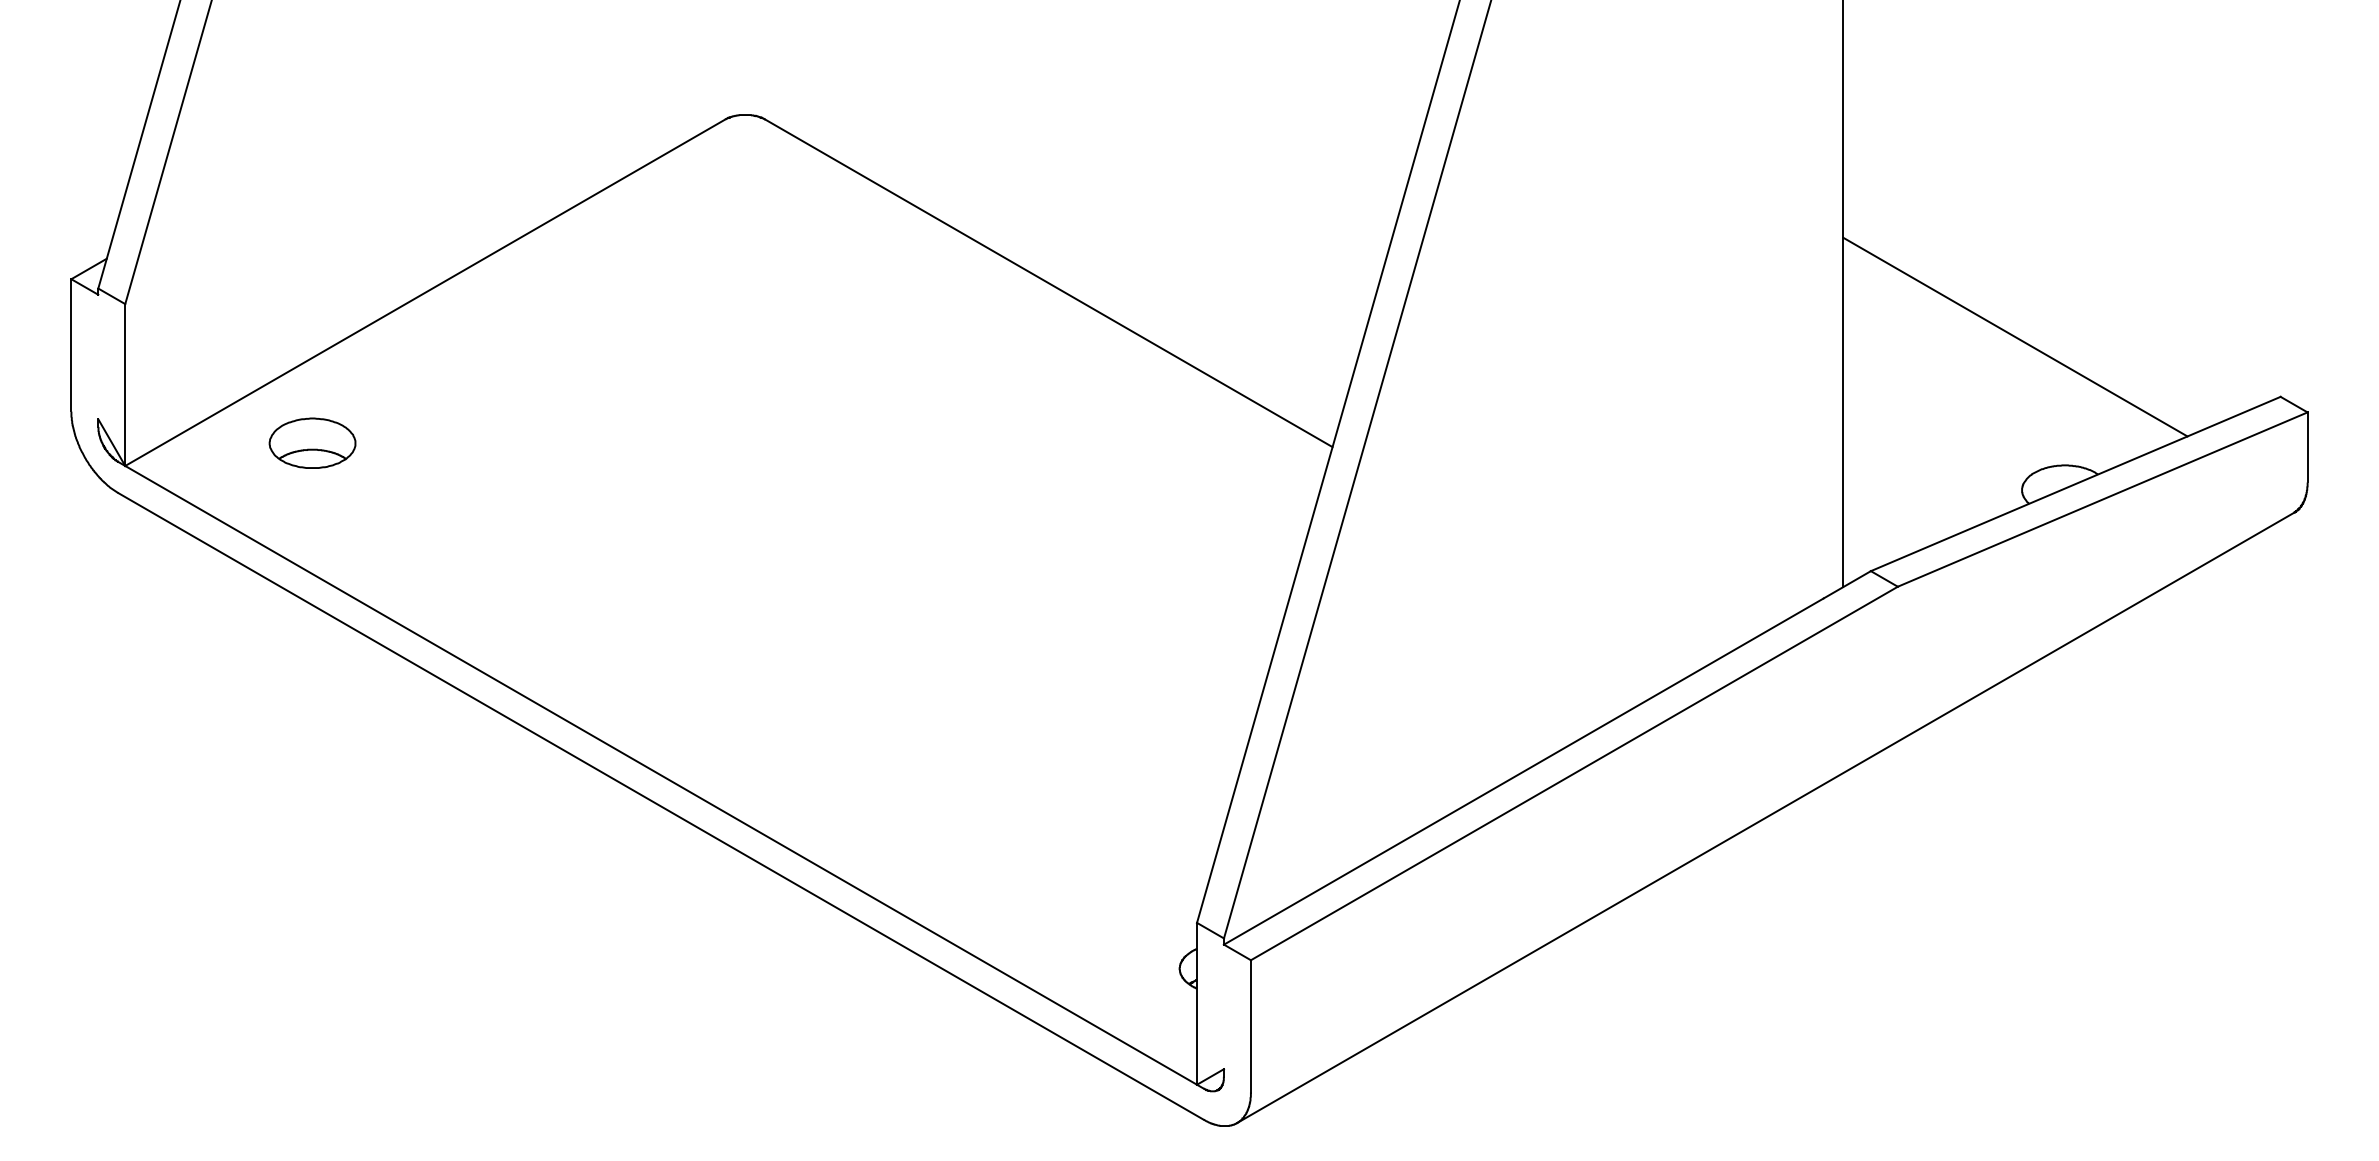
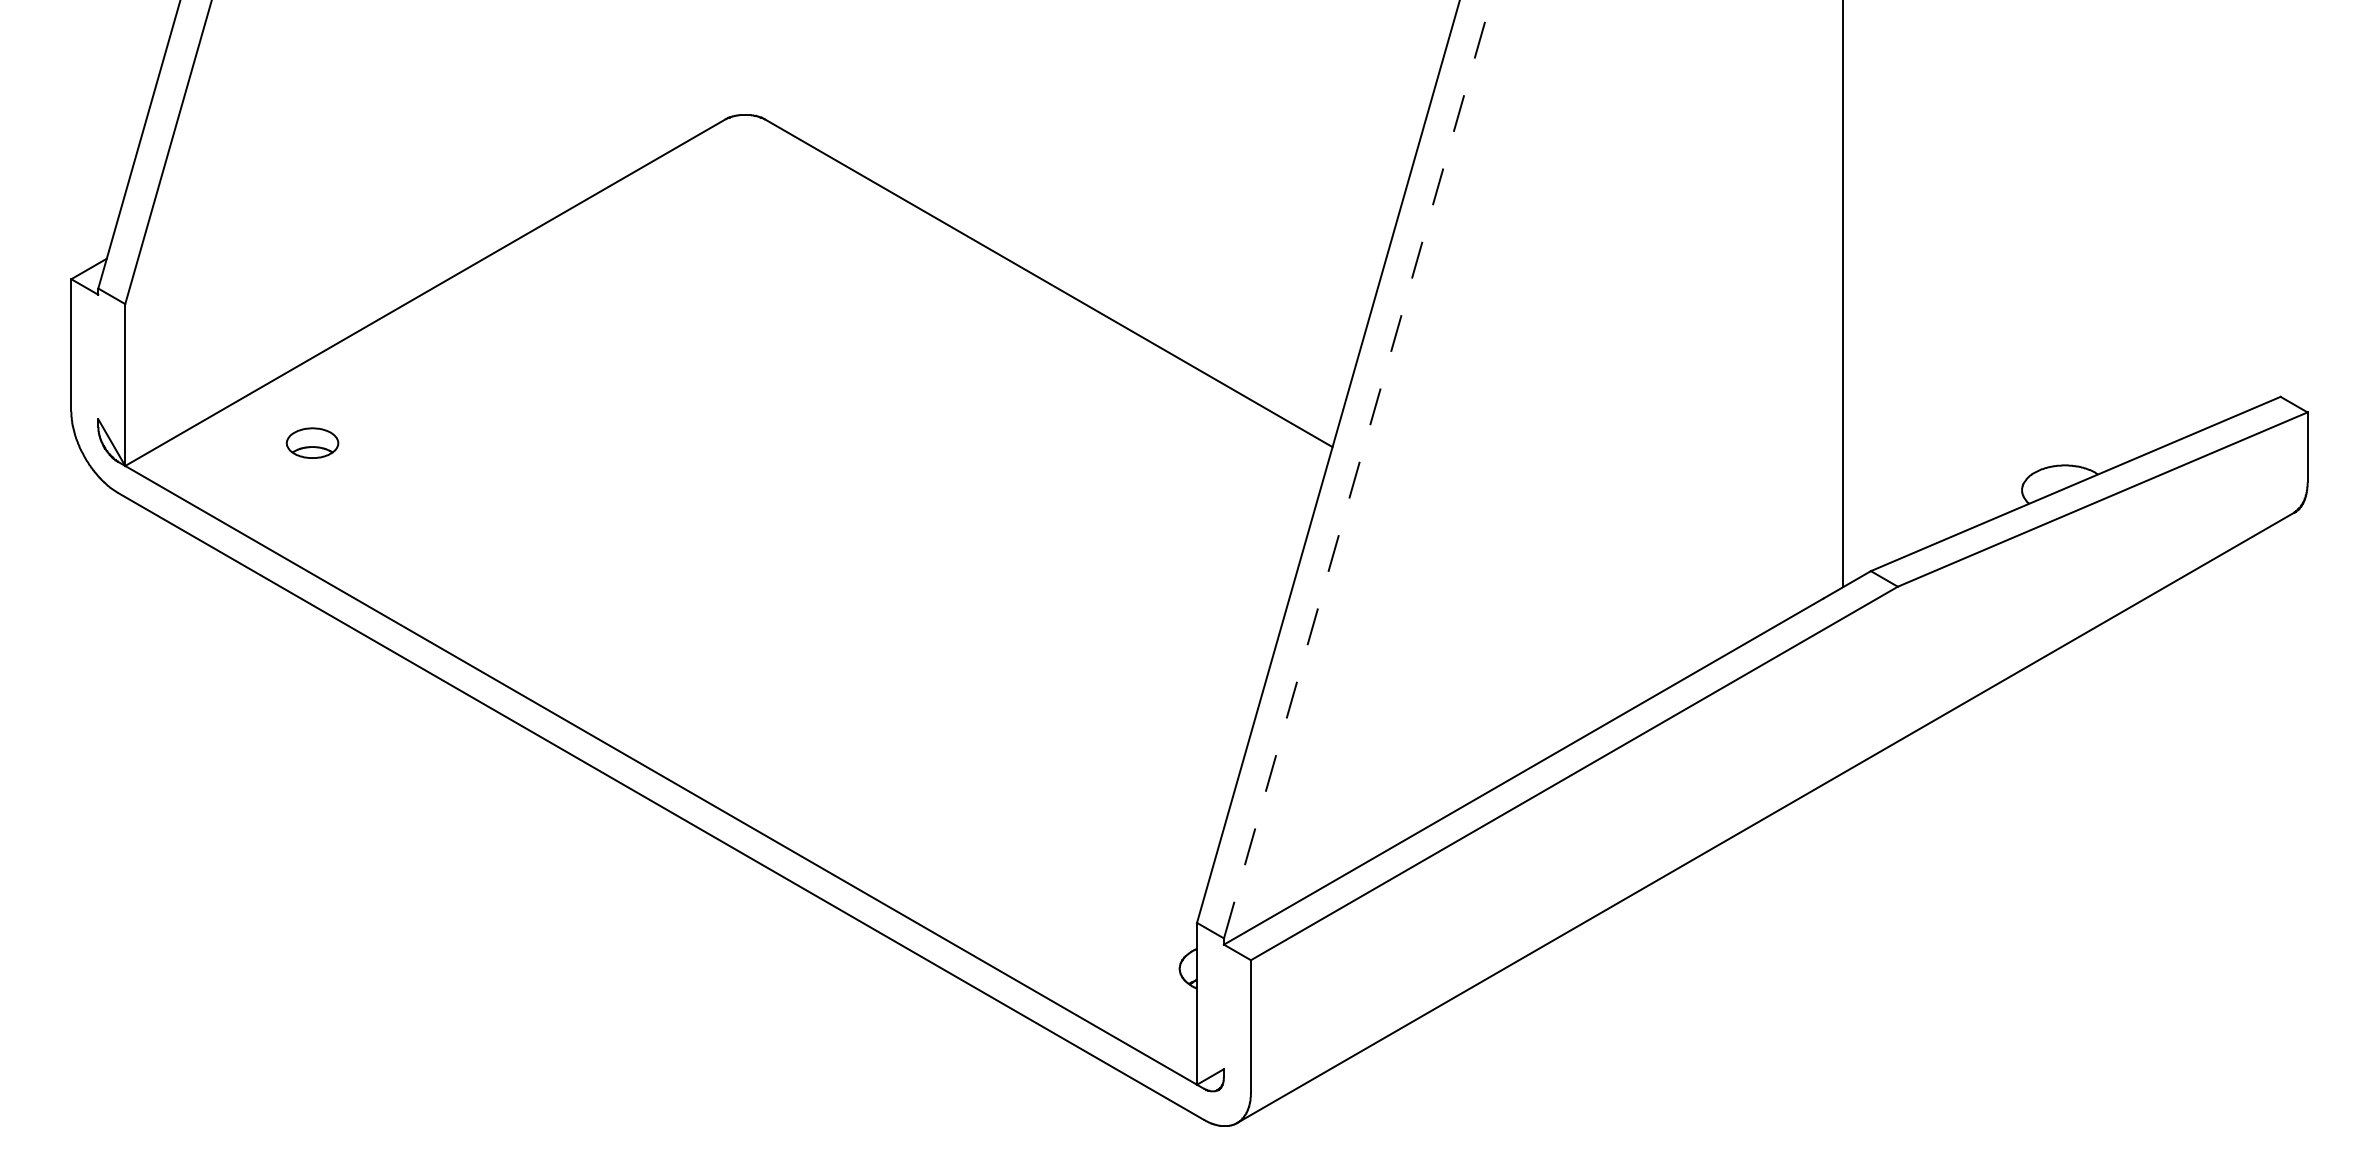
line at (2015, 336): present -> none
part at (312, 442) size: 89x52 px -> 55x32 px
line at (1357, 469): solid -> dashed
